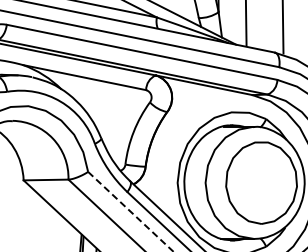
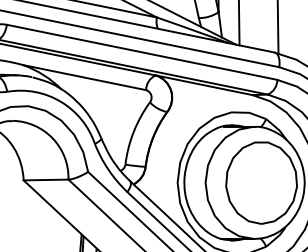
line at (245, 23) position: (245, 23) -> (238, 23)
line at (282, 27) position: (282, 27) -> (277, 27)
line at (131, 212): dashed -> solid
